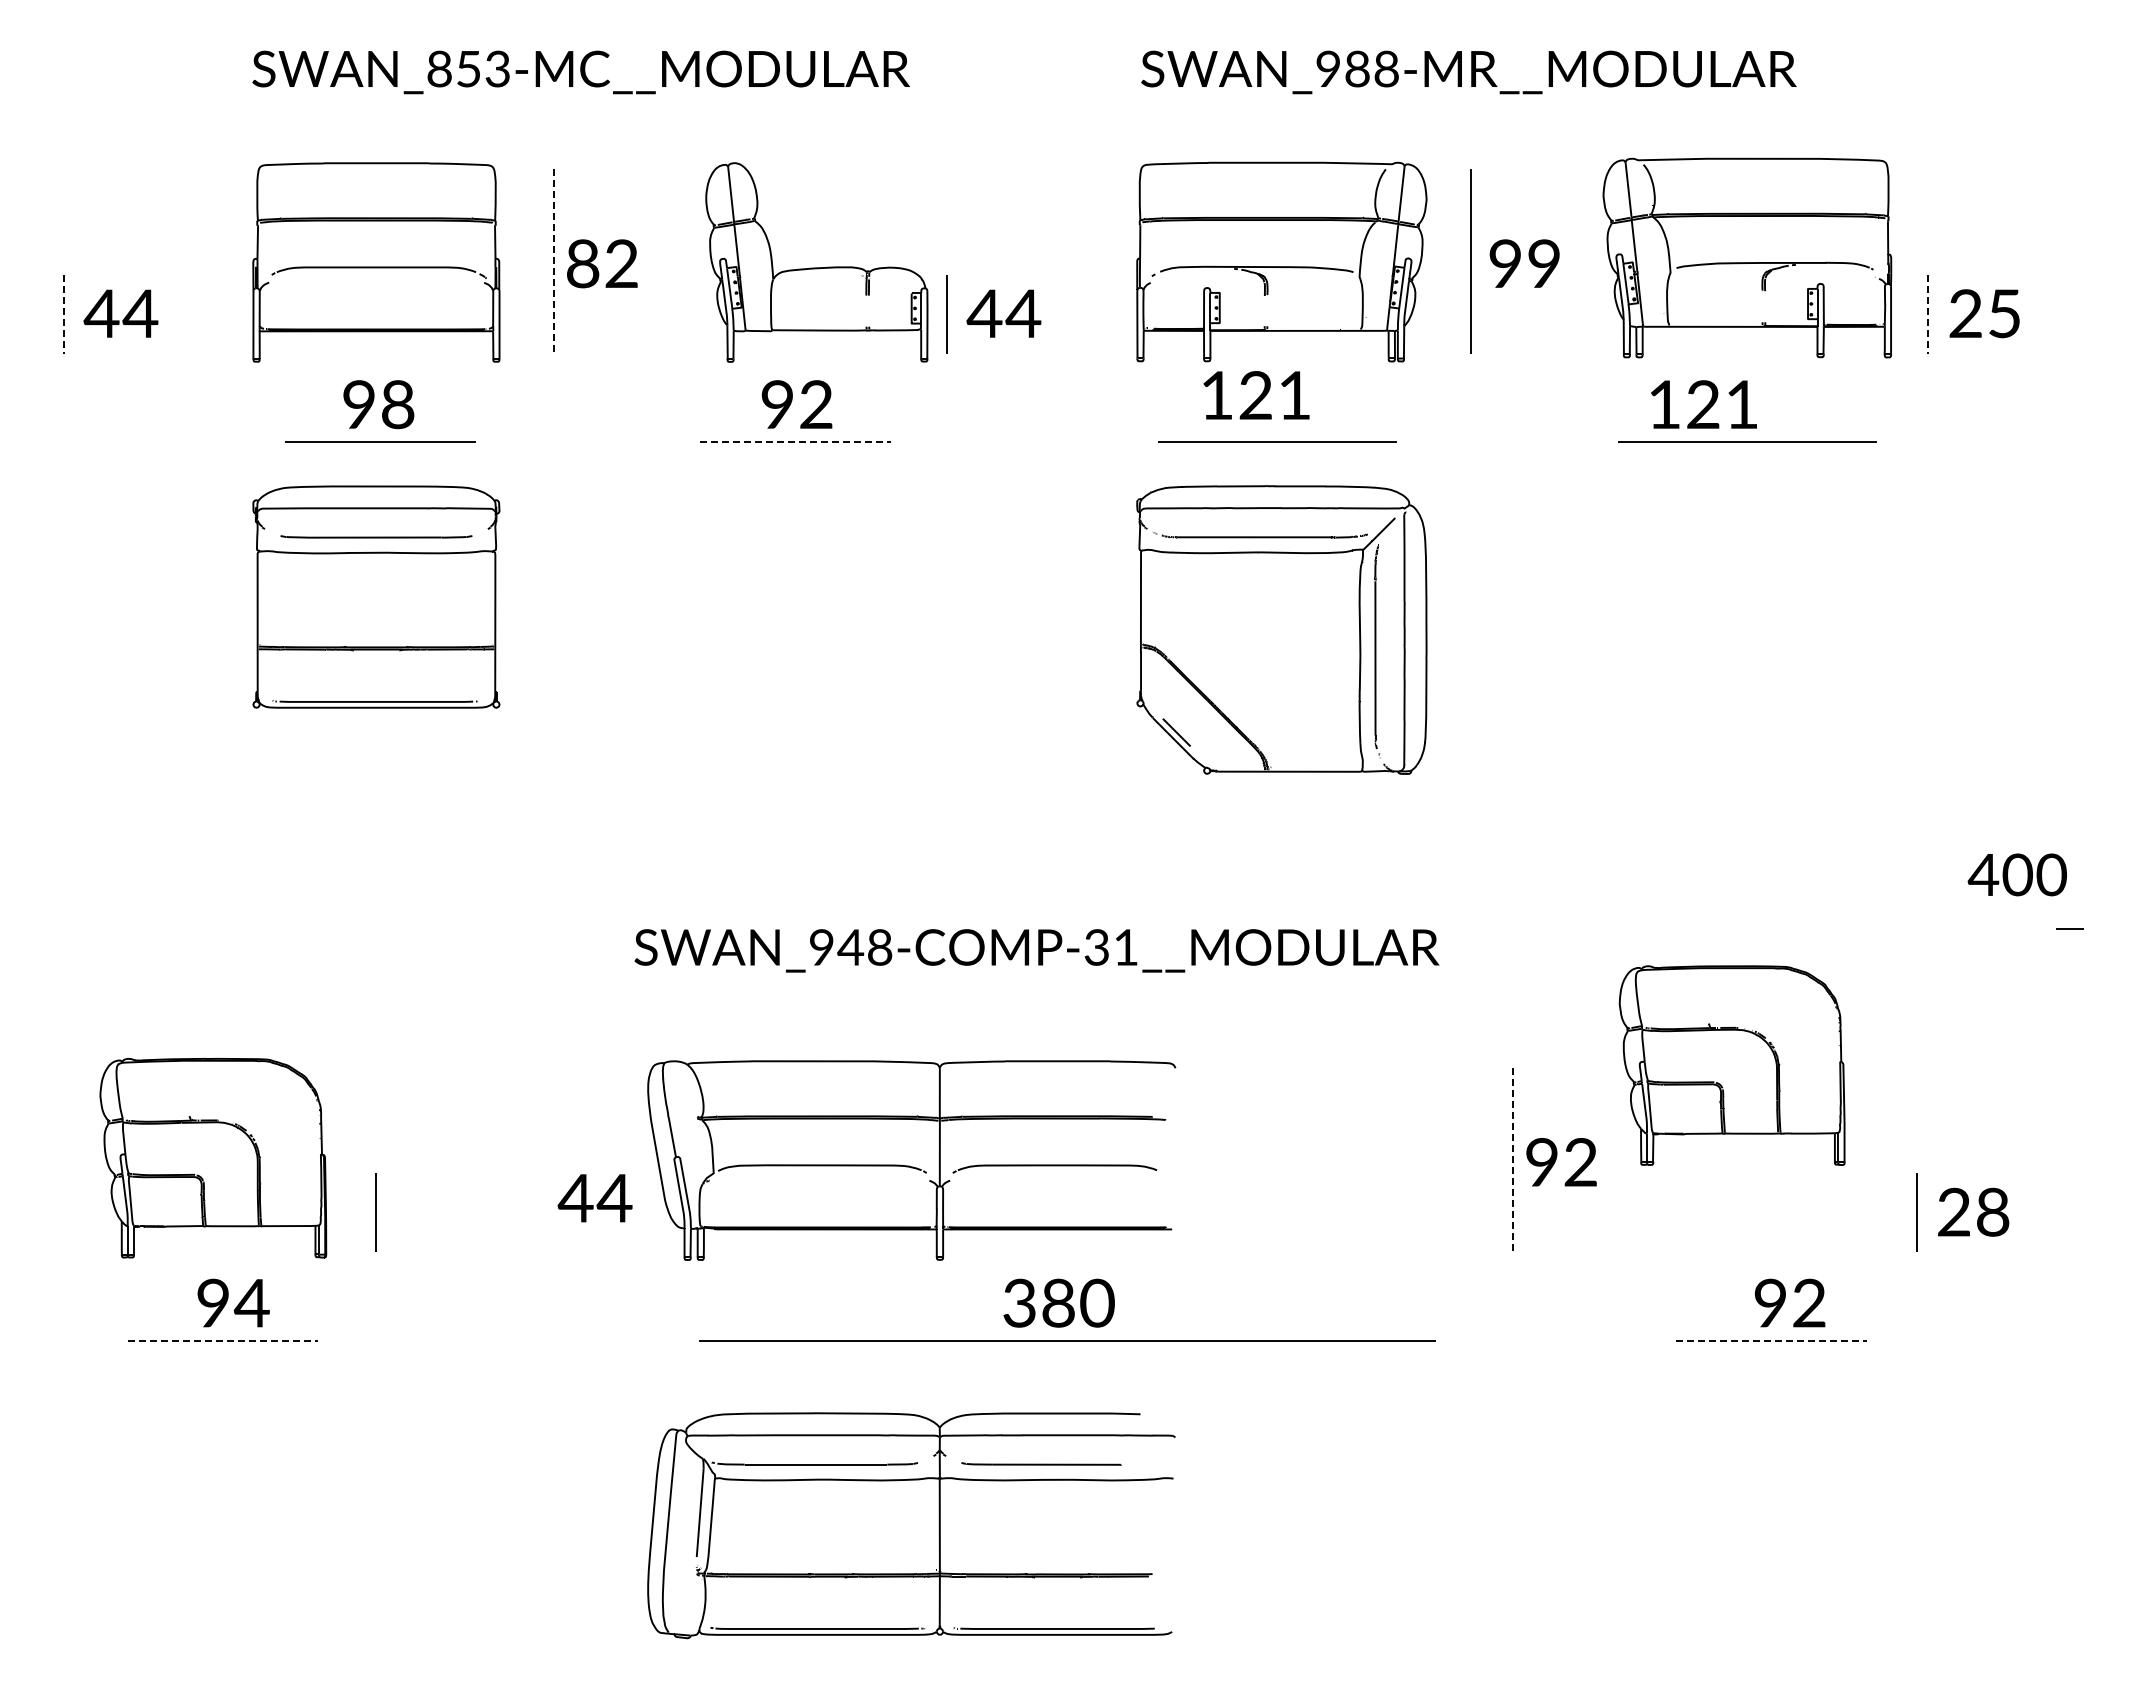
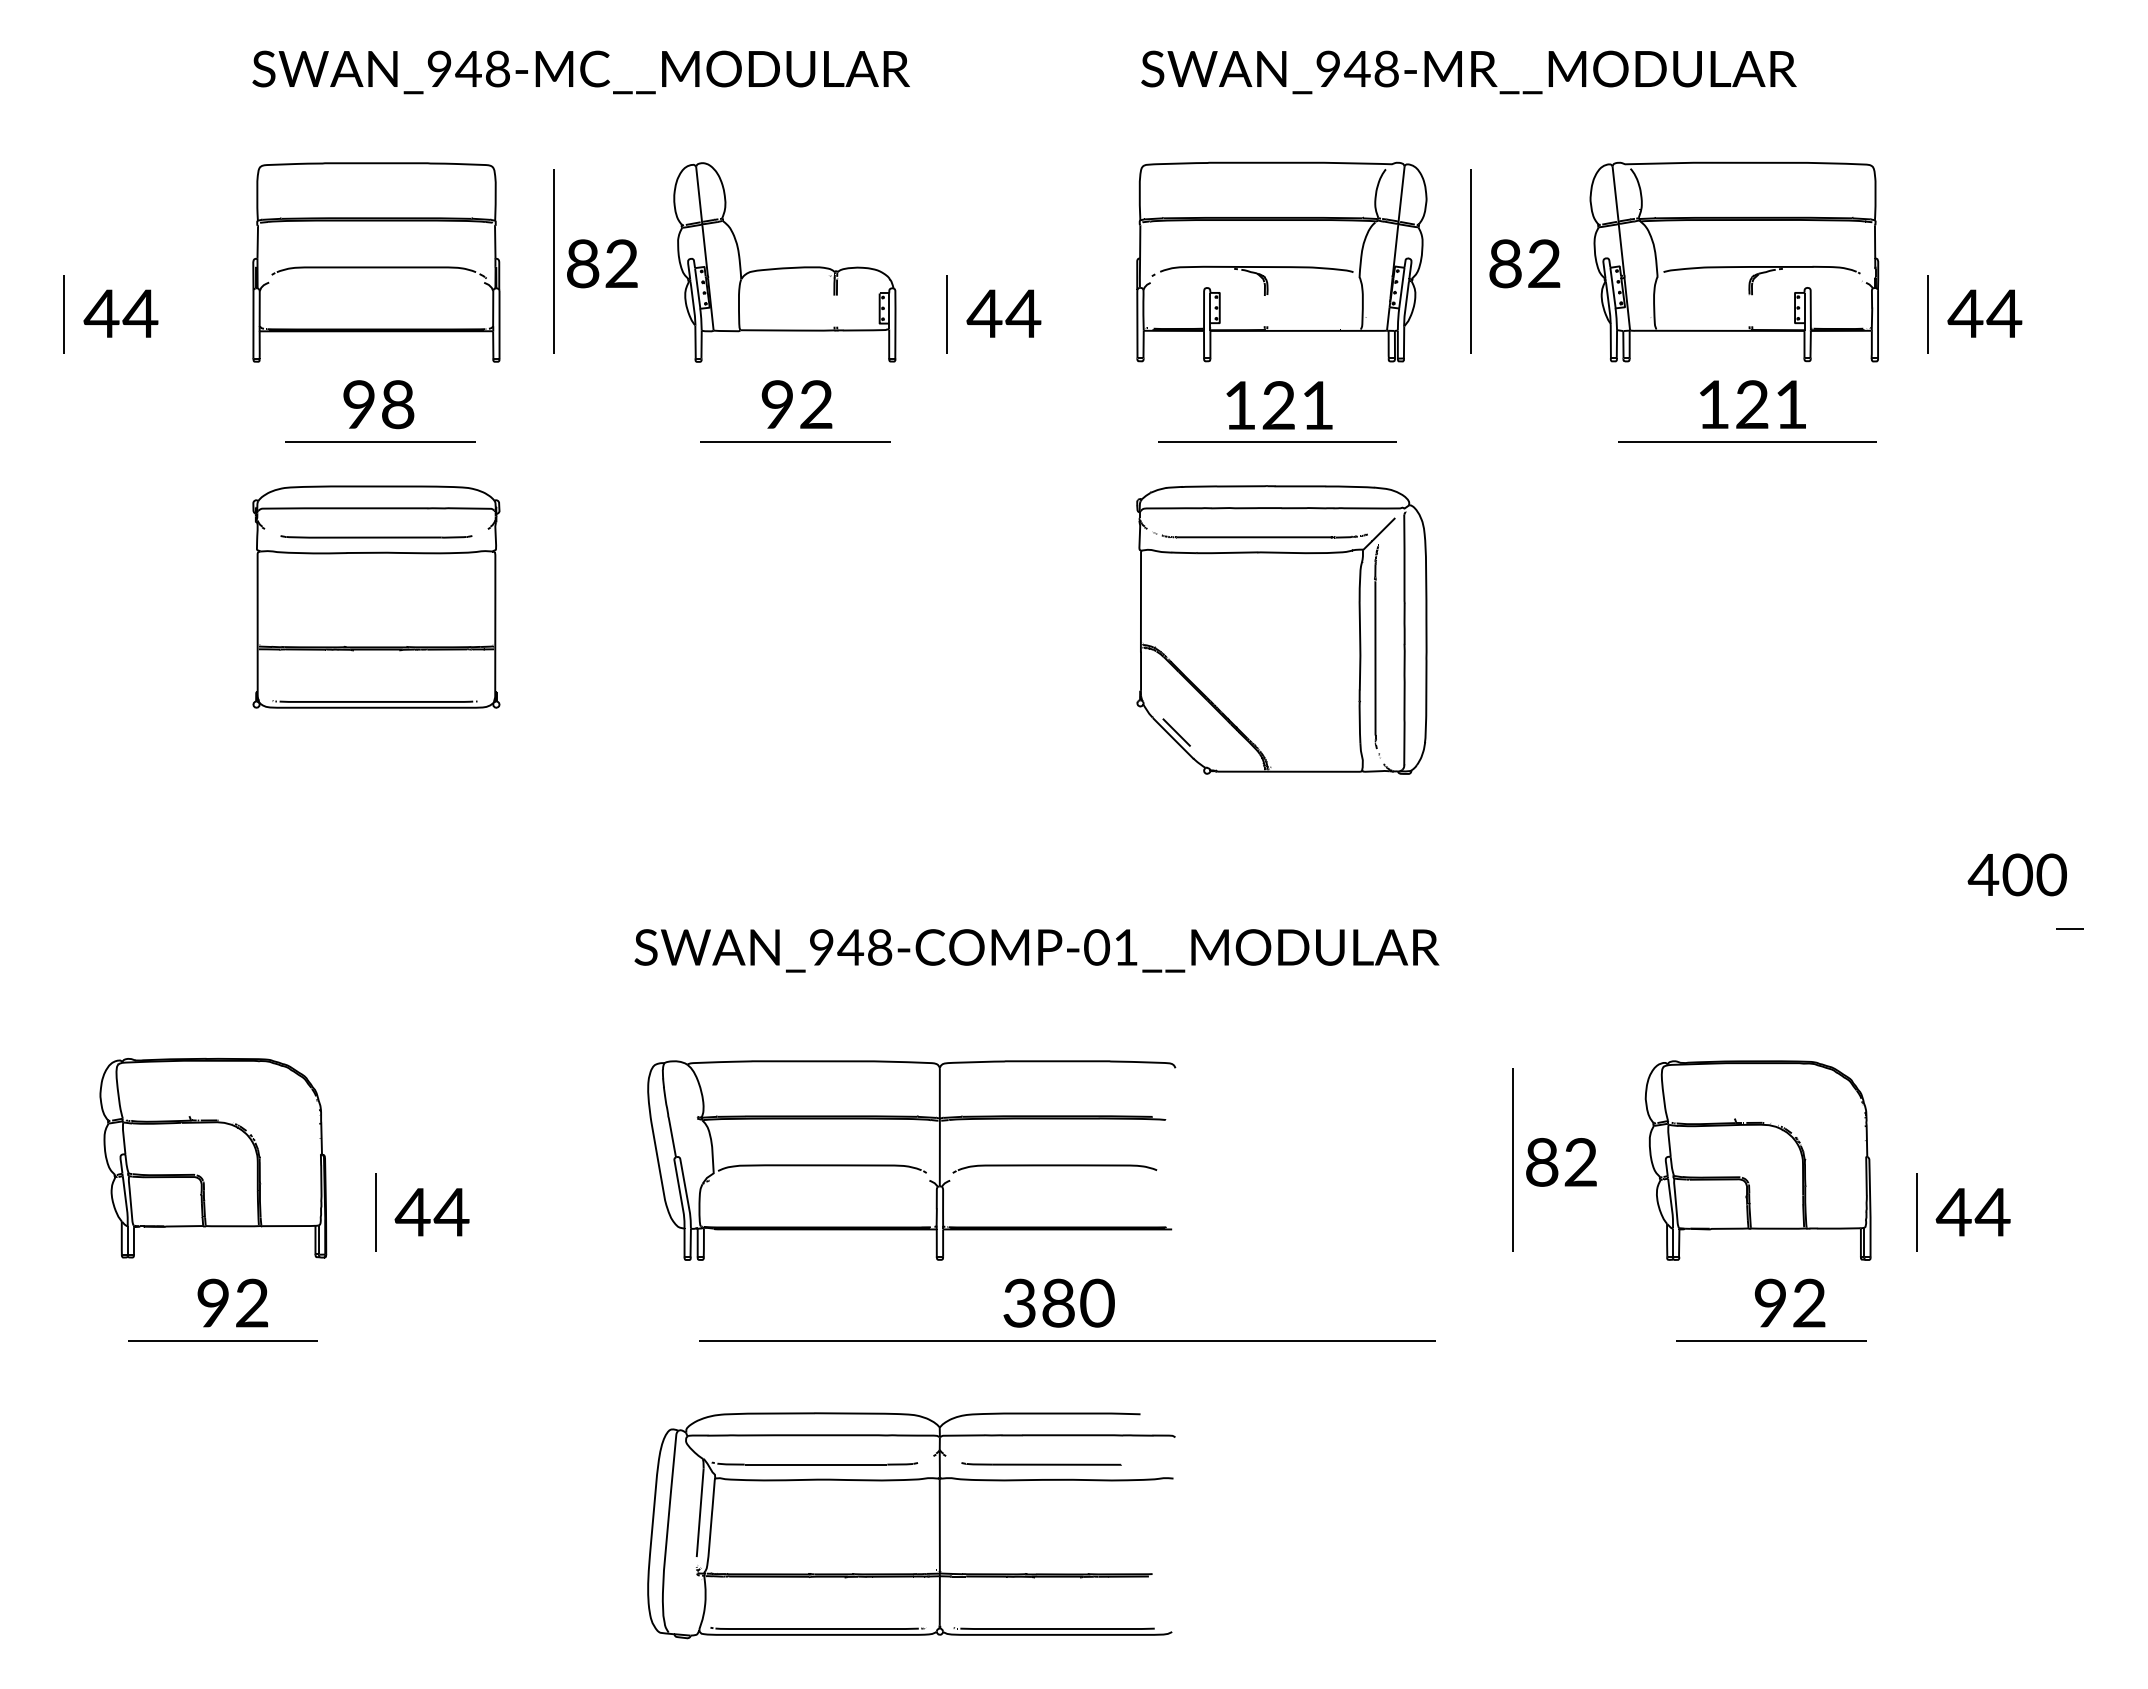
text at (1356, 68): SWAN_988-MR__MODULAR -> SWAN_948-MR__MODULAR
text at (468, 69): SWAN_853-MC__MODULAR -> SWAN_948-MC__MODULAR
part at (1747, 257) position: (1747, 257) -> (1734, 261)
line at (553, 261): dashed -> solid
part at (816, 262) position: (816, 262) -> (784, 262)
text at (1524, 263): 99 -> 82
text at (1984, 313): 25 -> 44
line at (64, 314): dashed -> solid
line at (1928, 314): dashed -> solid
text at (1256, 395) position: (1256, 395) -> (1279, 405)
text at (1703, 404) position: (1703, 404) -> (1752, 404)
line at (795, 441): dashed -> solid
text at (1097, 947): SWAN_948-COMP-31__MODULAR -> SWAN_948-COMP-01__MODULAR
part at (1731, 1065) position: (1731, 1065) -> (1757, 1160)
line at (1512, 1160): dashed -> solid
text at (1542, 1163): 92 -> 82
text at (594, 1198) position: (594, 1198) -> (431, 1212)
text at (1972, 1211): 28 -> 44
text at (251, 1302): 94 -> 92
line at (223, 1340): dashed -> solid
line at (1772, 1340): dashed -> solid
